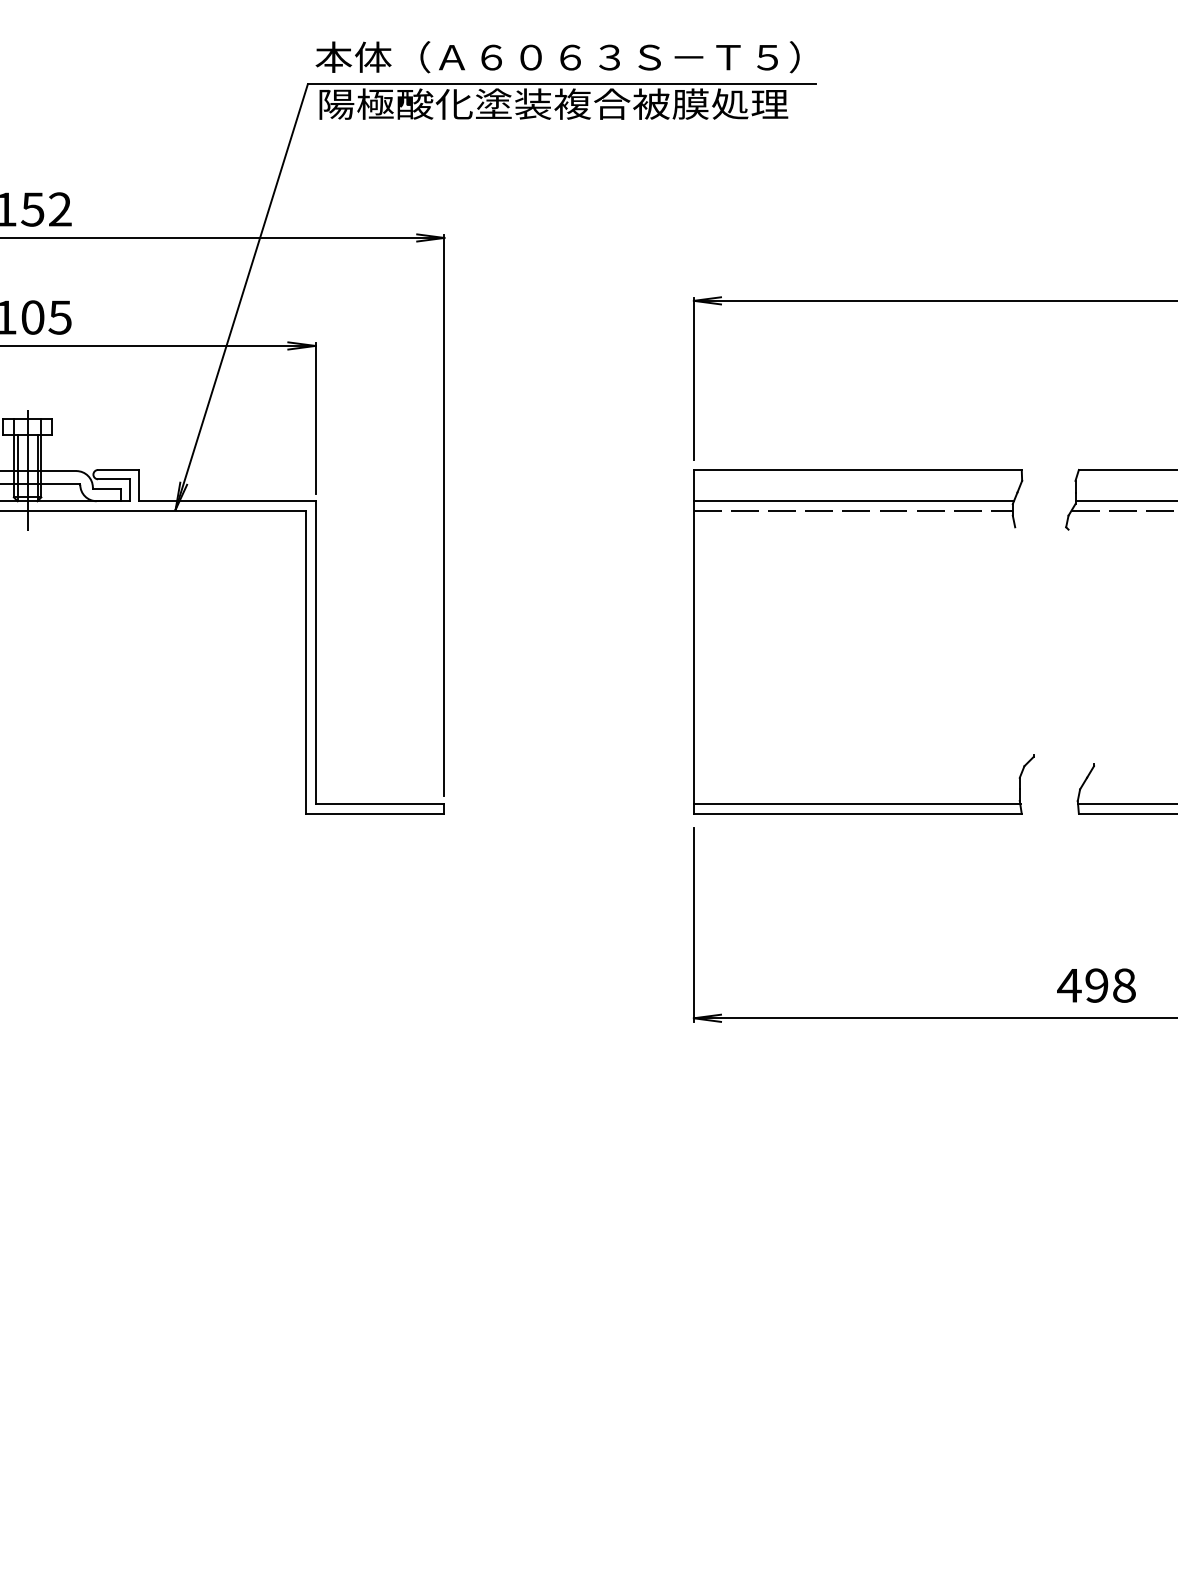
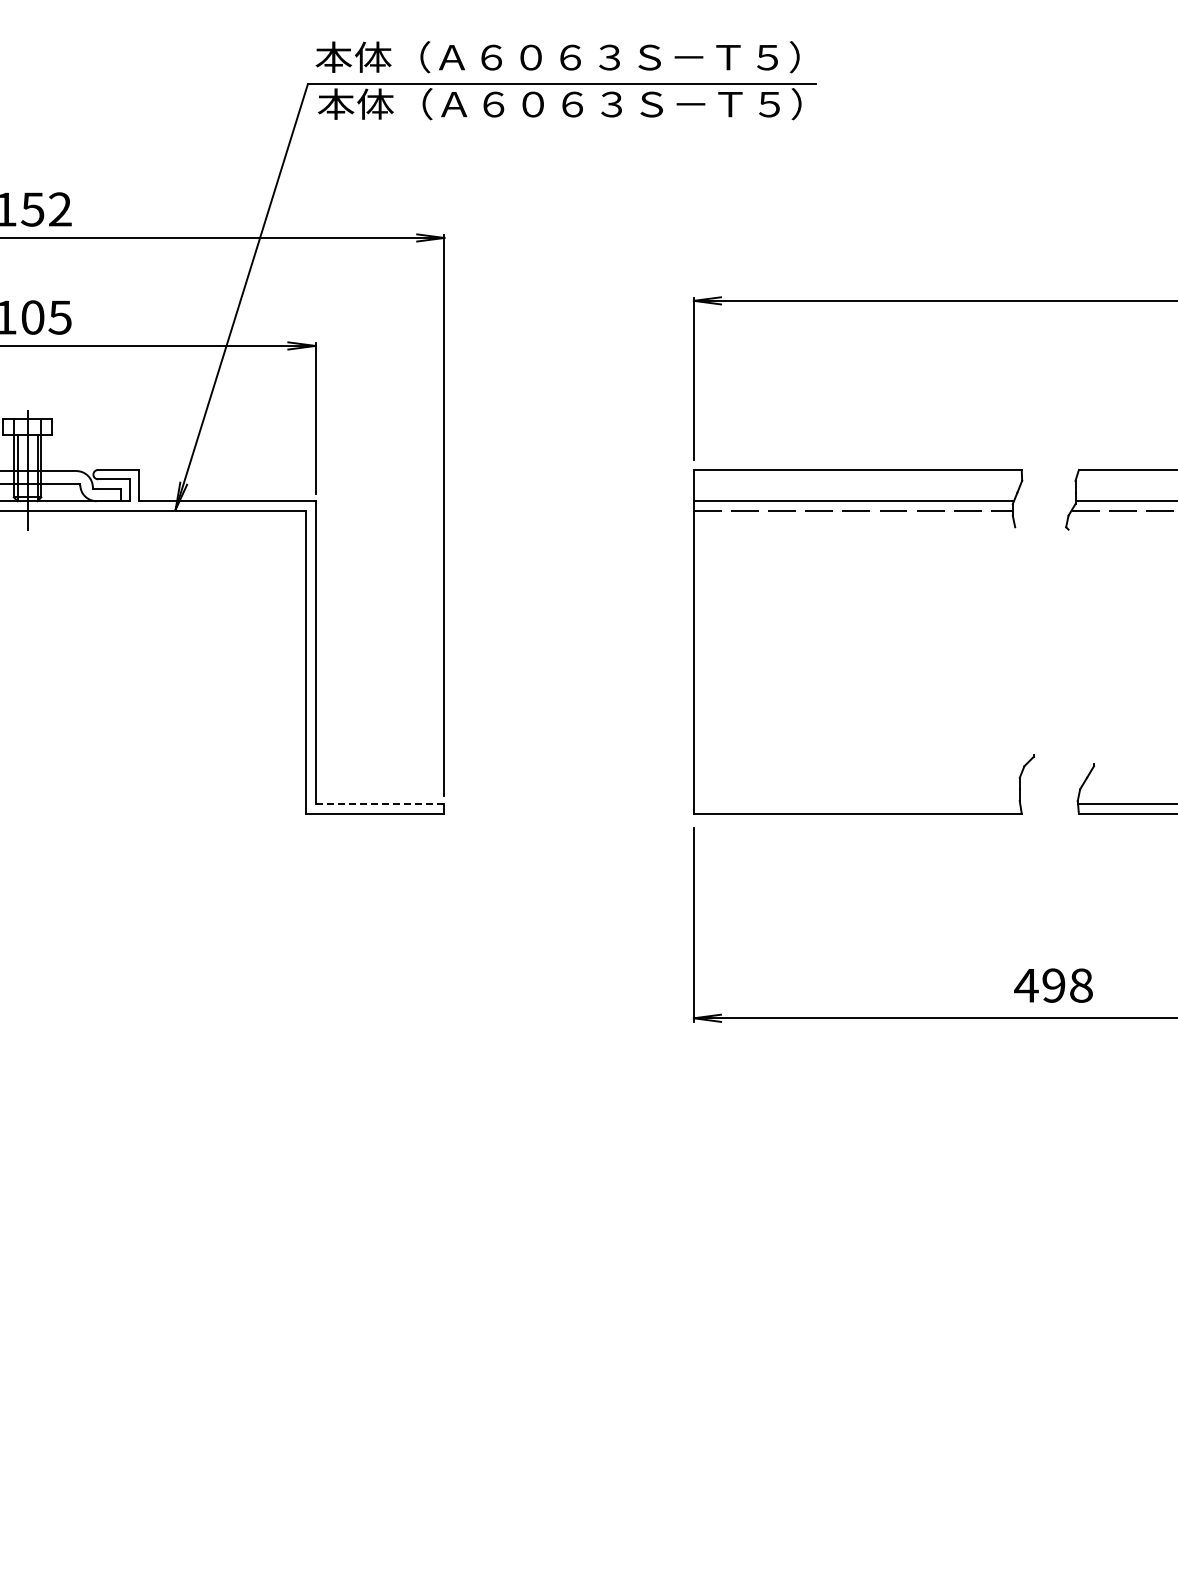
text at (559, 104): 陽極酸化塗装複合被膜処理 -> 本体（Ａ６０６３Ｓ－Ｔ５）
line at (380, 804): solid -> dashed
line at (856, 804): present -> none
text at (1096, 985) position: (1096, 985) -> (1053, 985)
